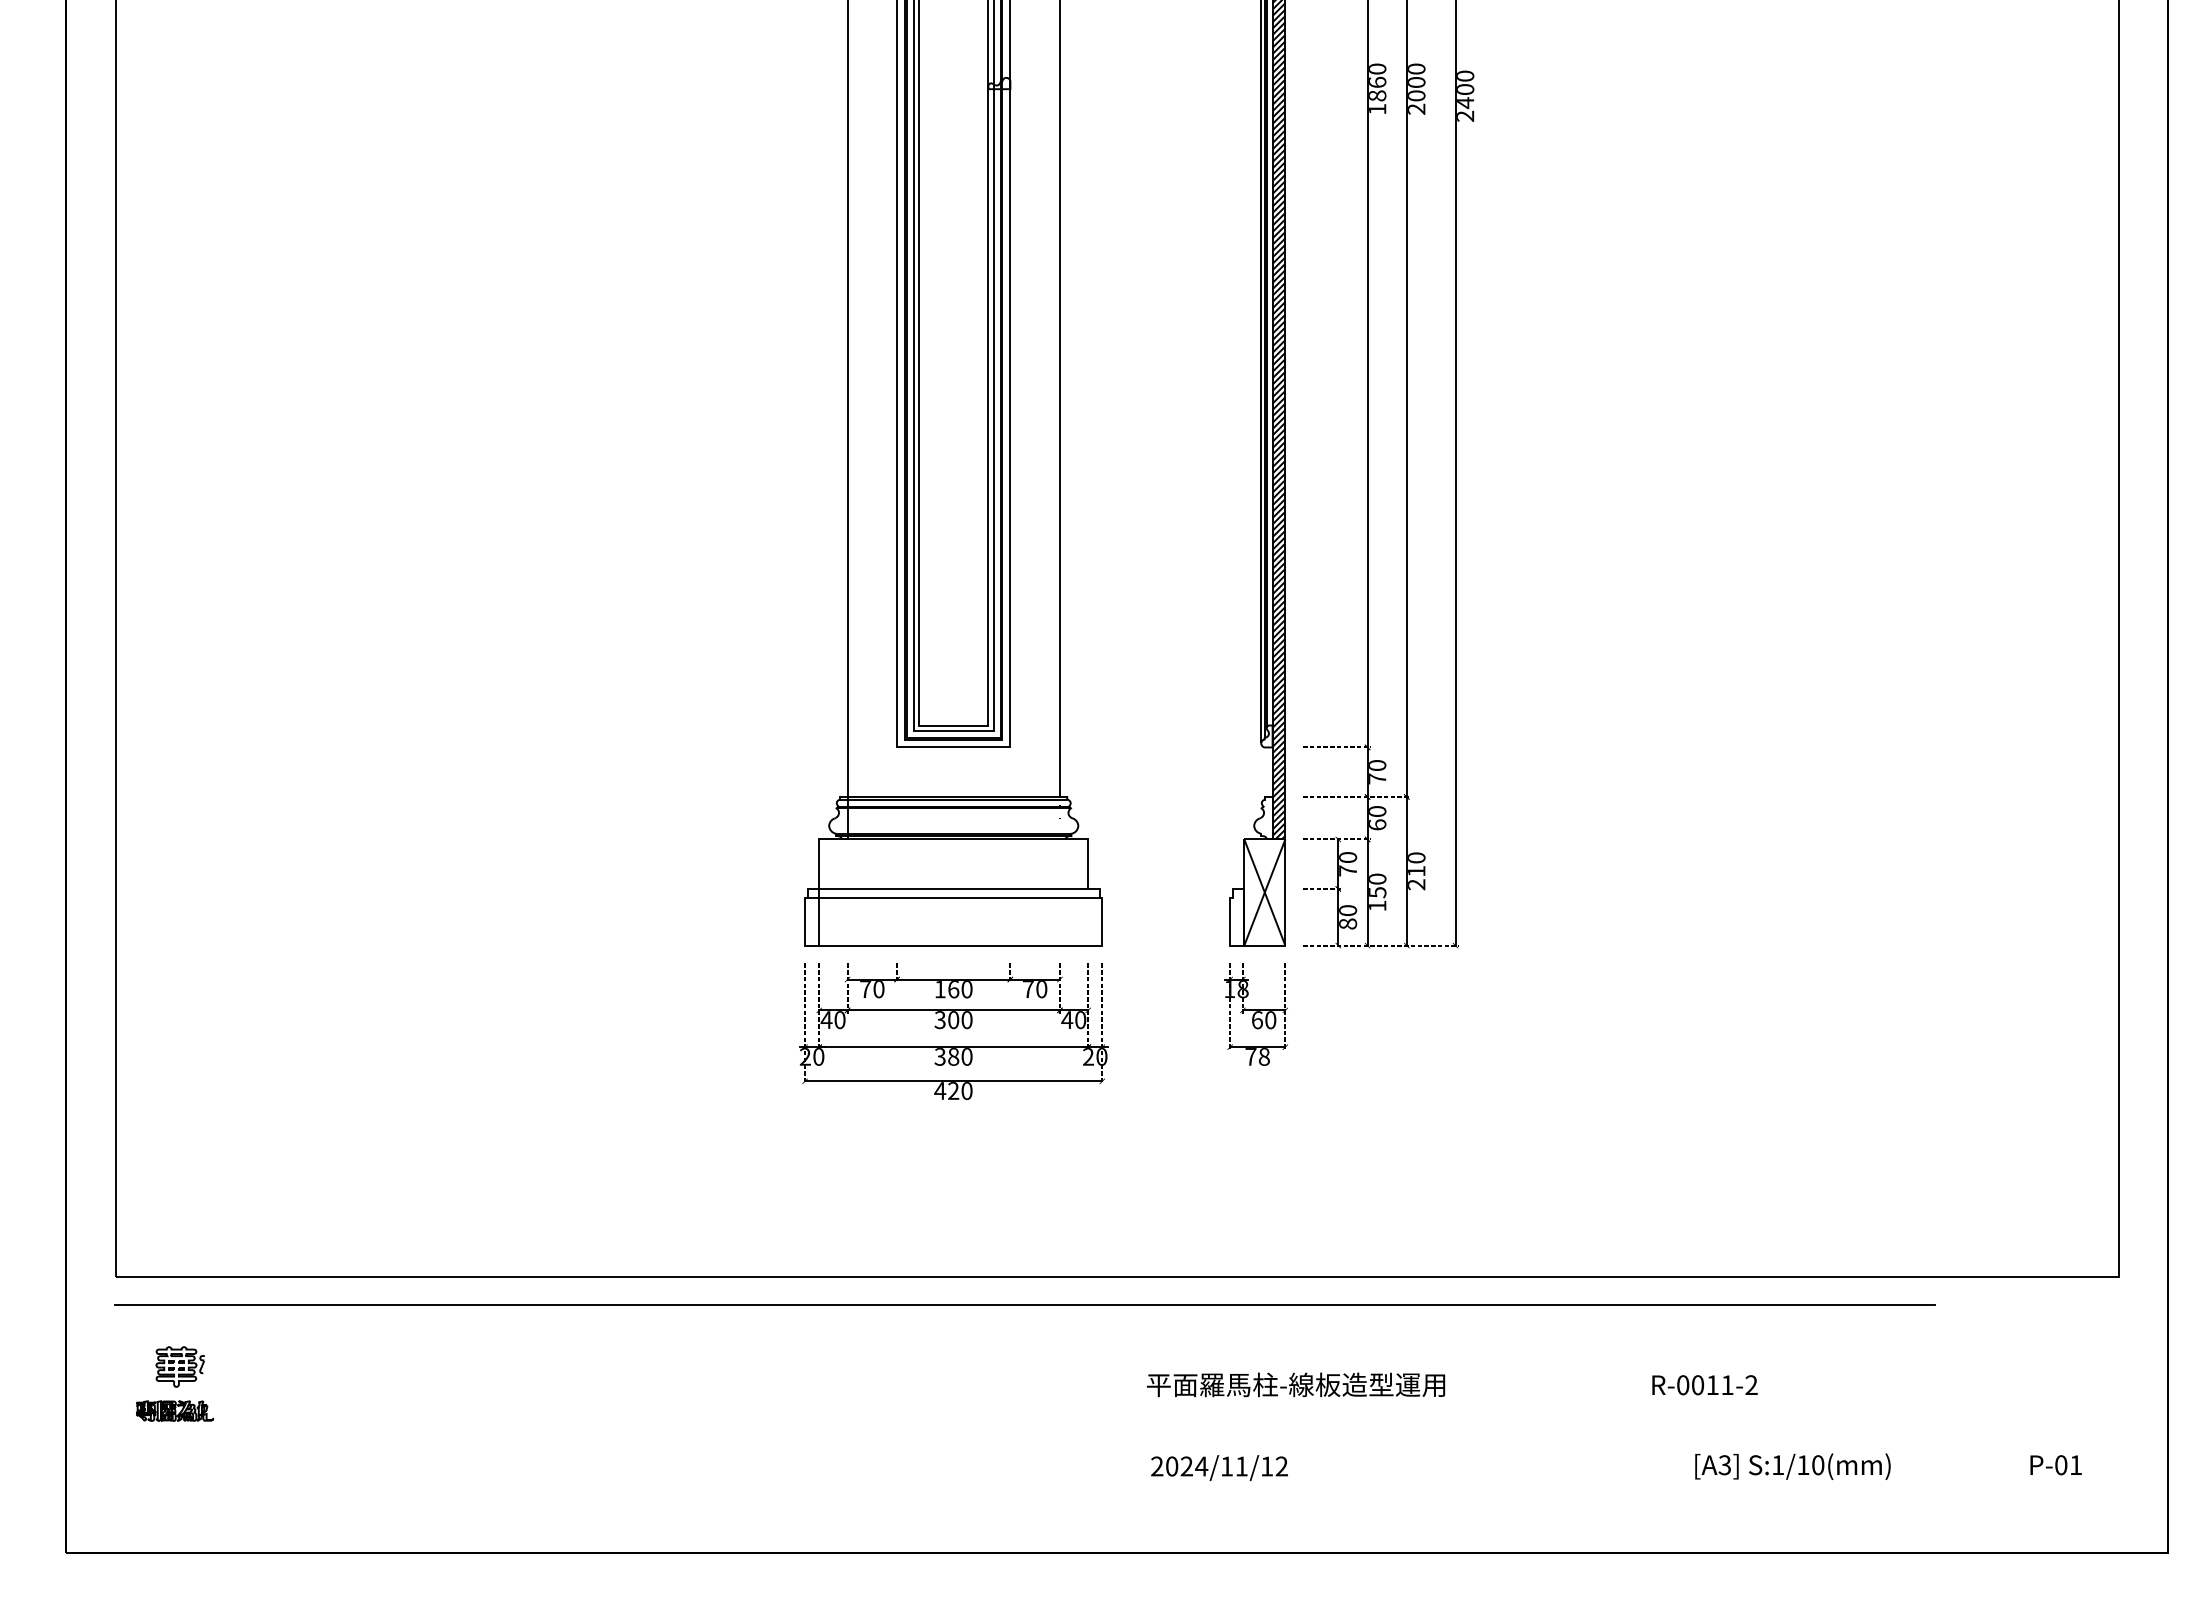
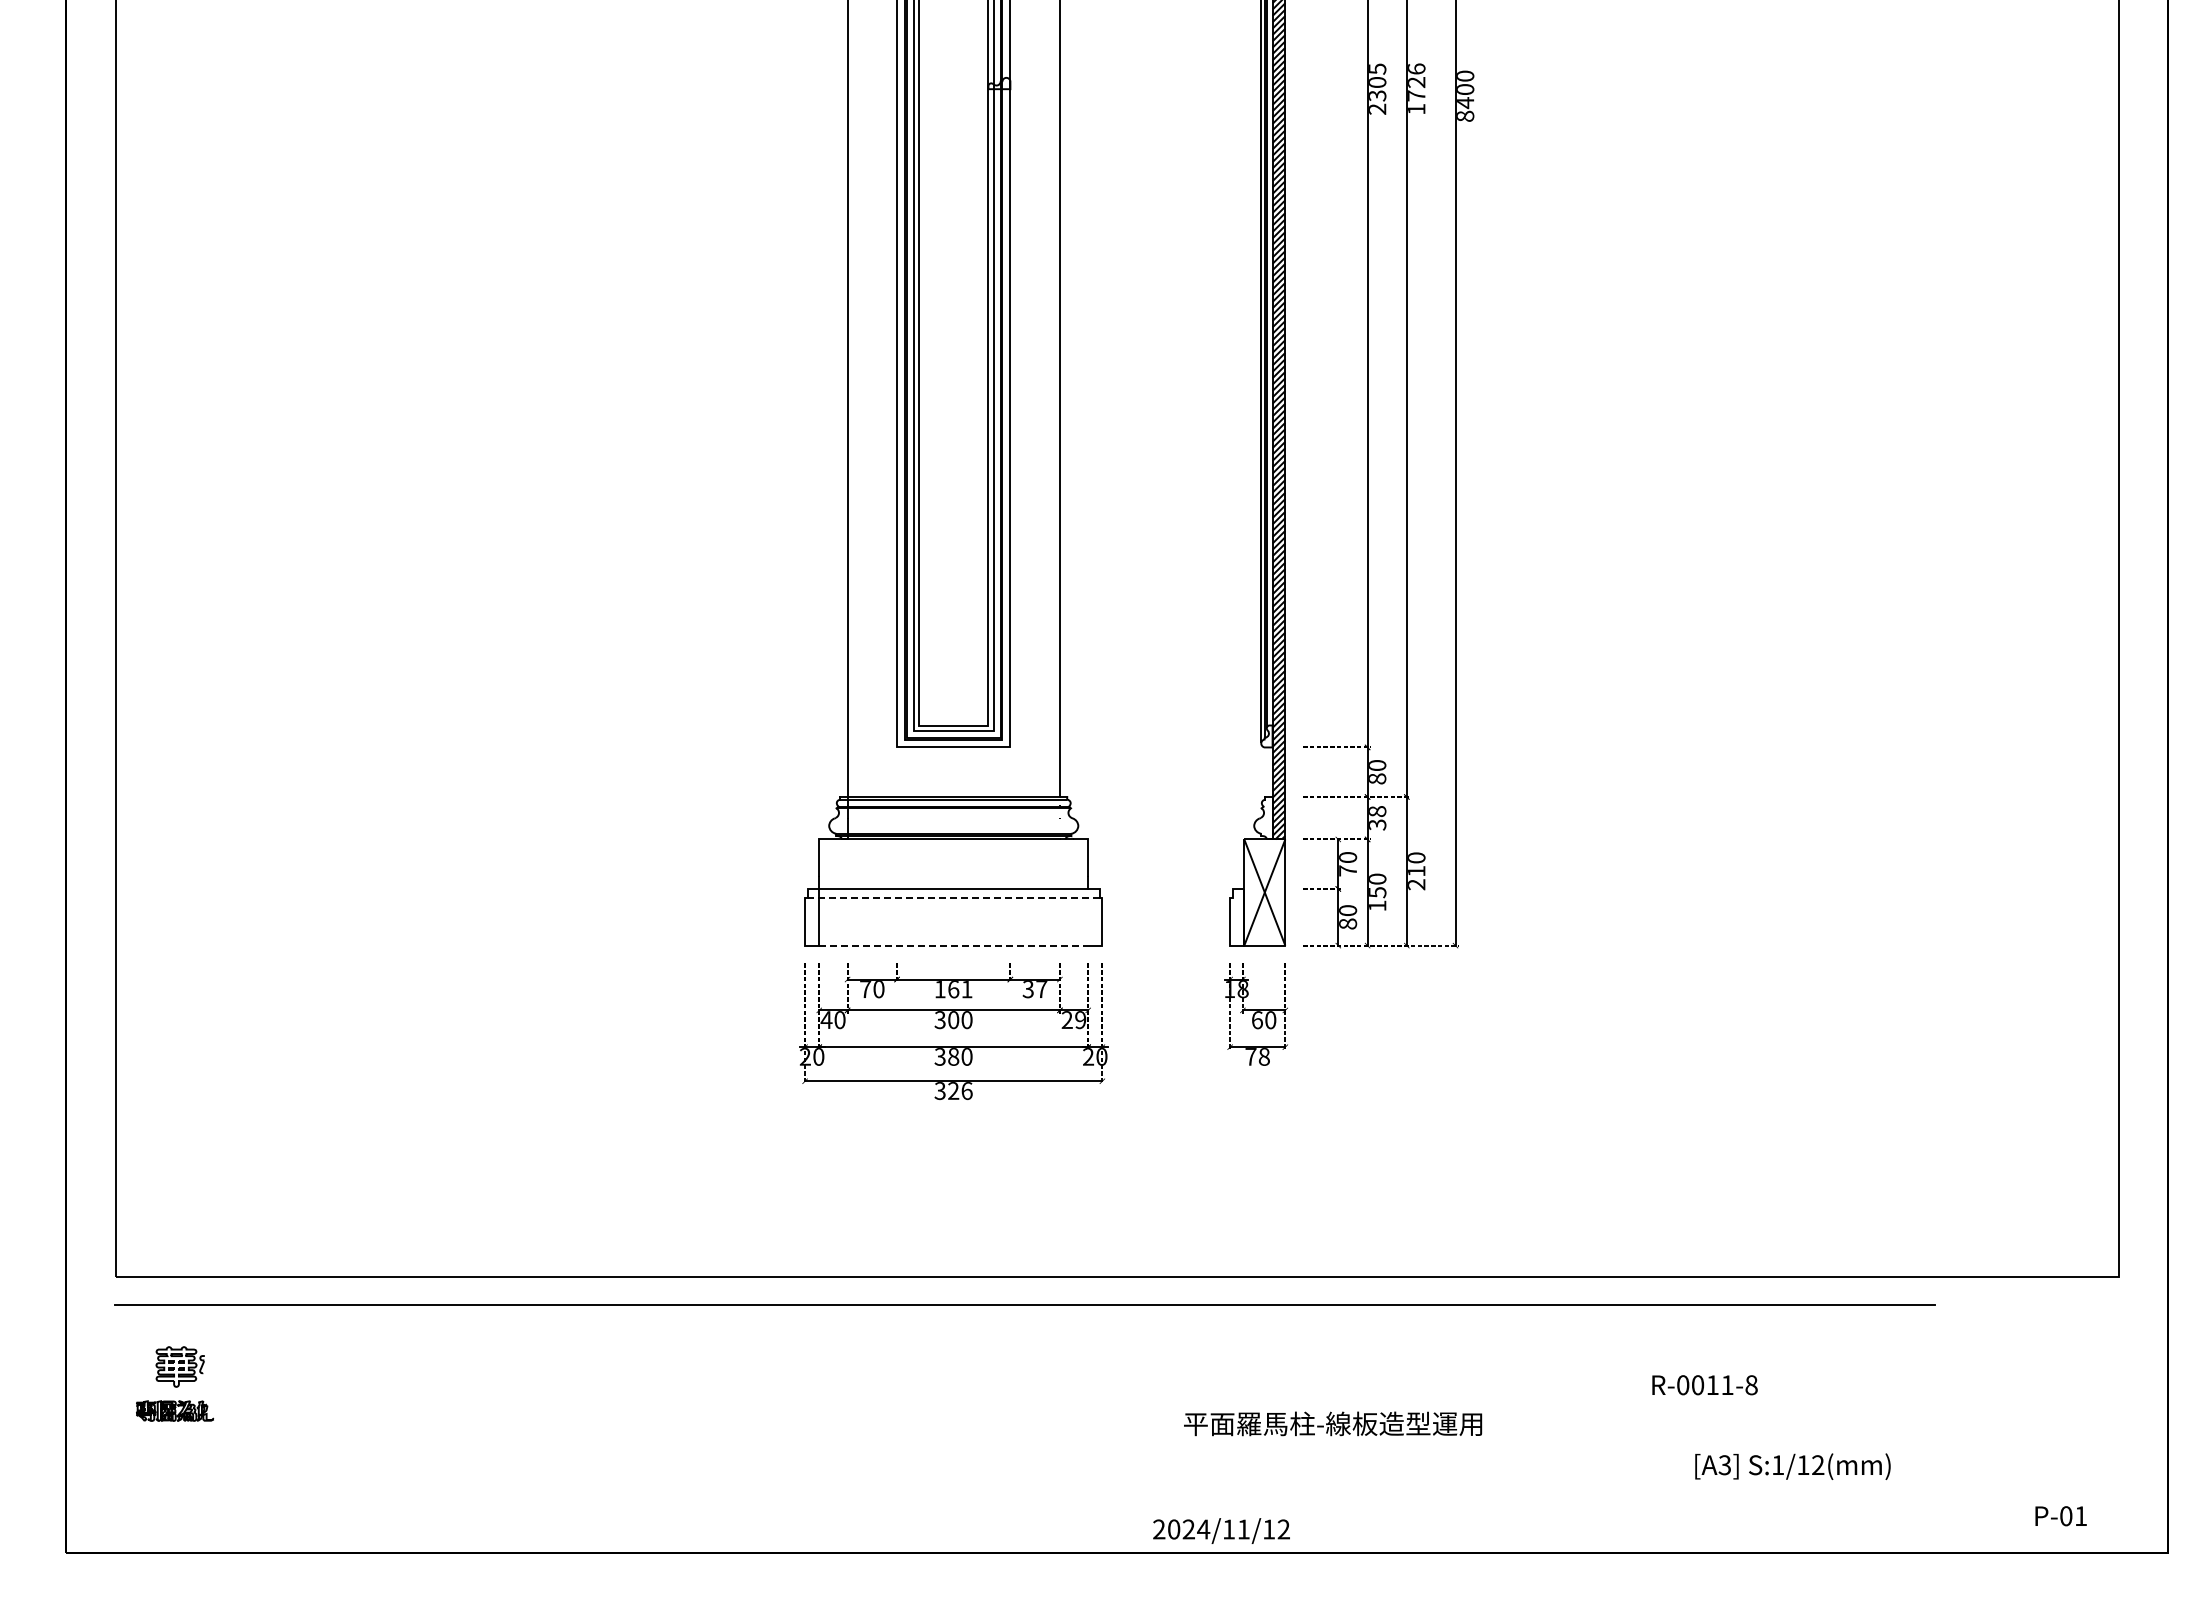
text at (1377, 88): 1860 -> 2305
text at (1416, 88): 2000 -> 1726
text at (1465, 115): 2400 -> 8400
text at (1377, 778): 70 -> 80
text at (1377, 818): 60 -> 38
line at (953, 897): solid -> dashed
line at (954, 945): solid -> dashed
text at (966, 989): 160 -> 161
text at (1034, 989): 70 -> 37
text at (1073, 1020): 40 -> 29
text at (953, 1091): 420 -> 326
text at (1296, 1384) position: (1296, 1384) -> (1333, 1423)
text at (1751, 1385): R-0011-2 -> R-0011-8
text at (1818, 1465): S:1/10(mm) -> S:1/12(mm)
text at (2055, 1465) position: (2055, 1465) -> (2060, 1516)
text at (1219, 1467) position: (1219, 1467) -> (1221, 1530)
